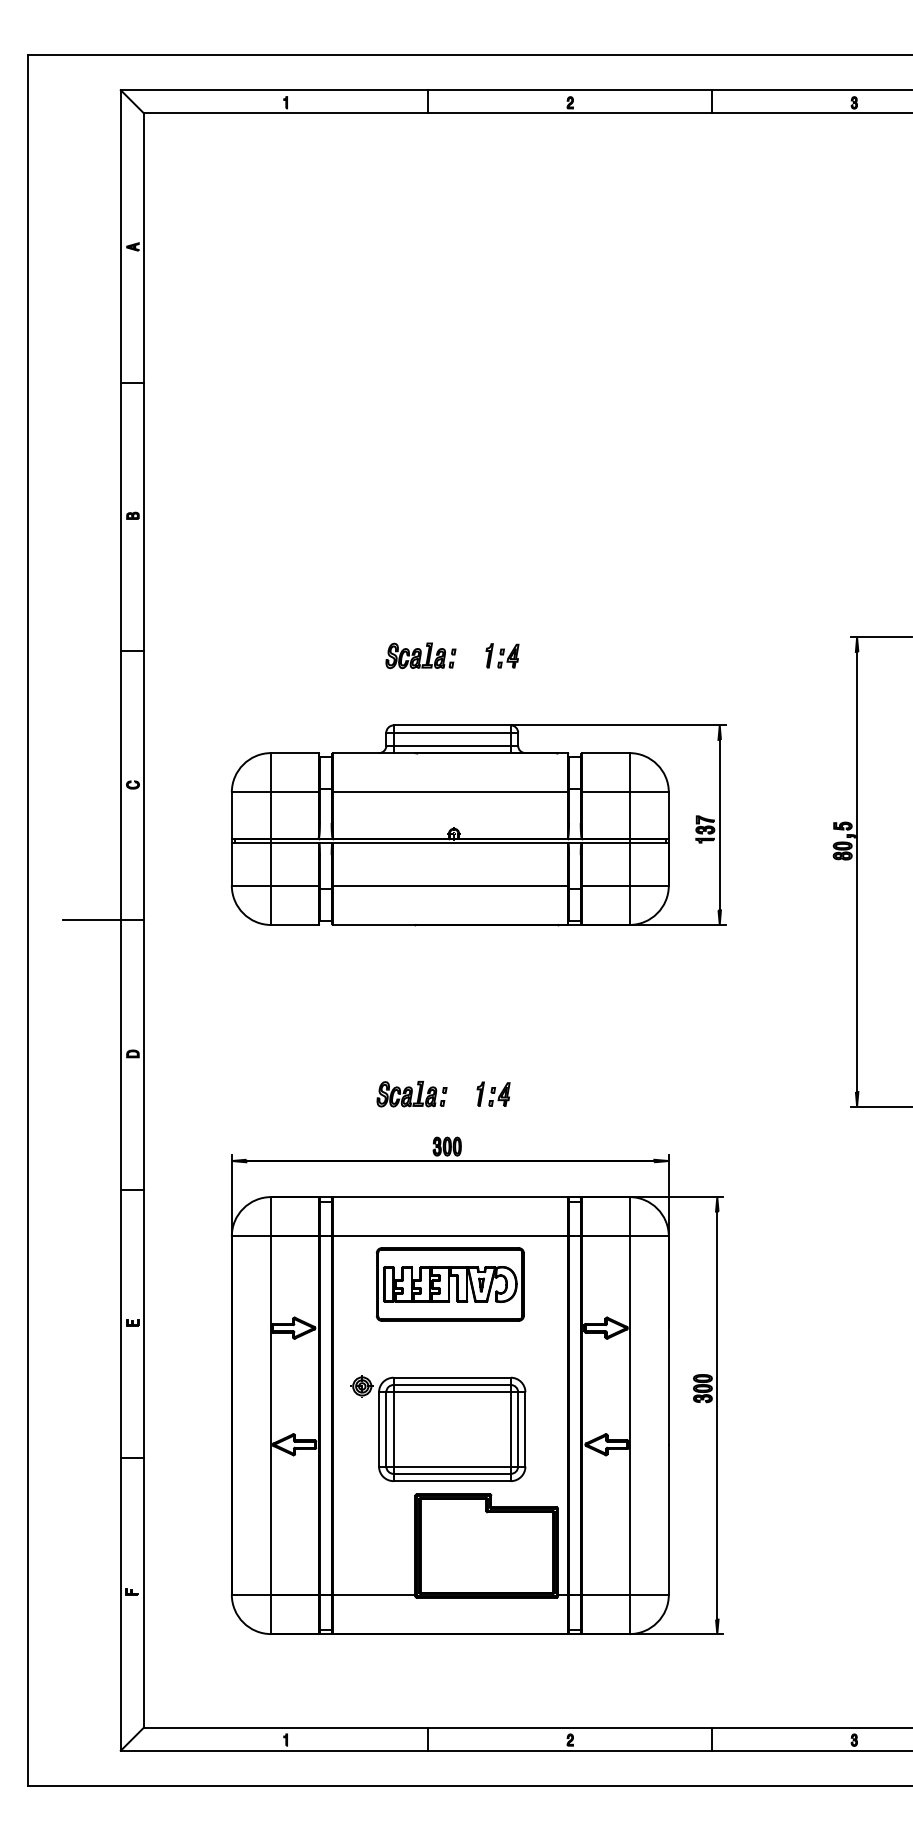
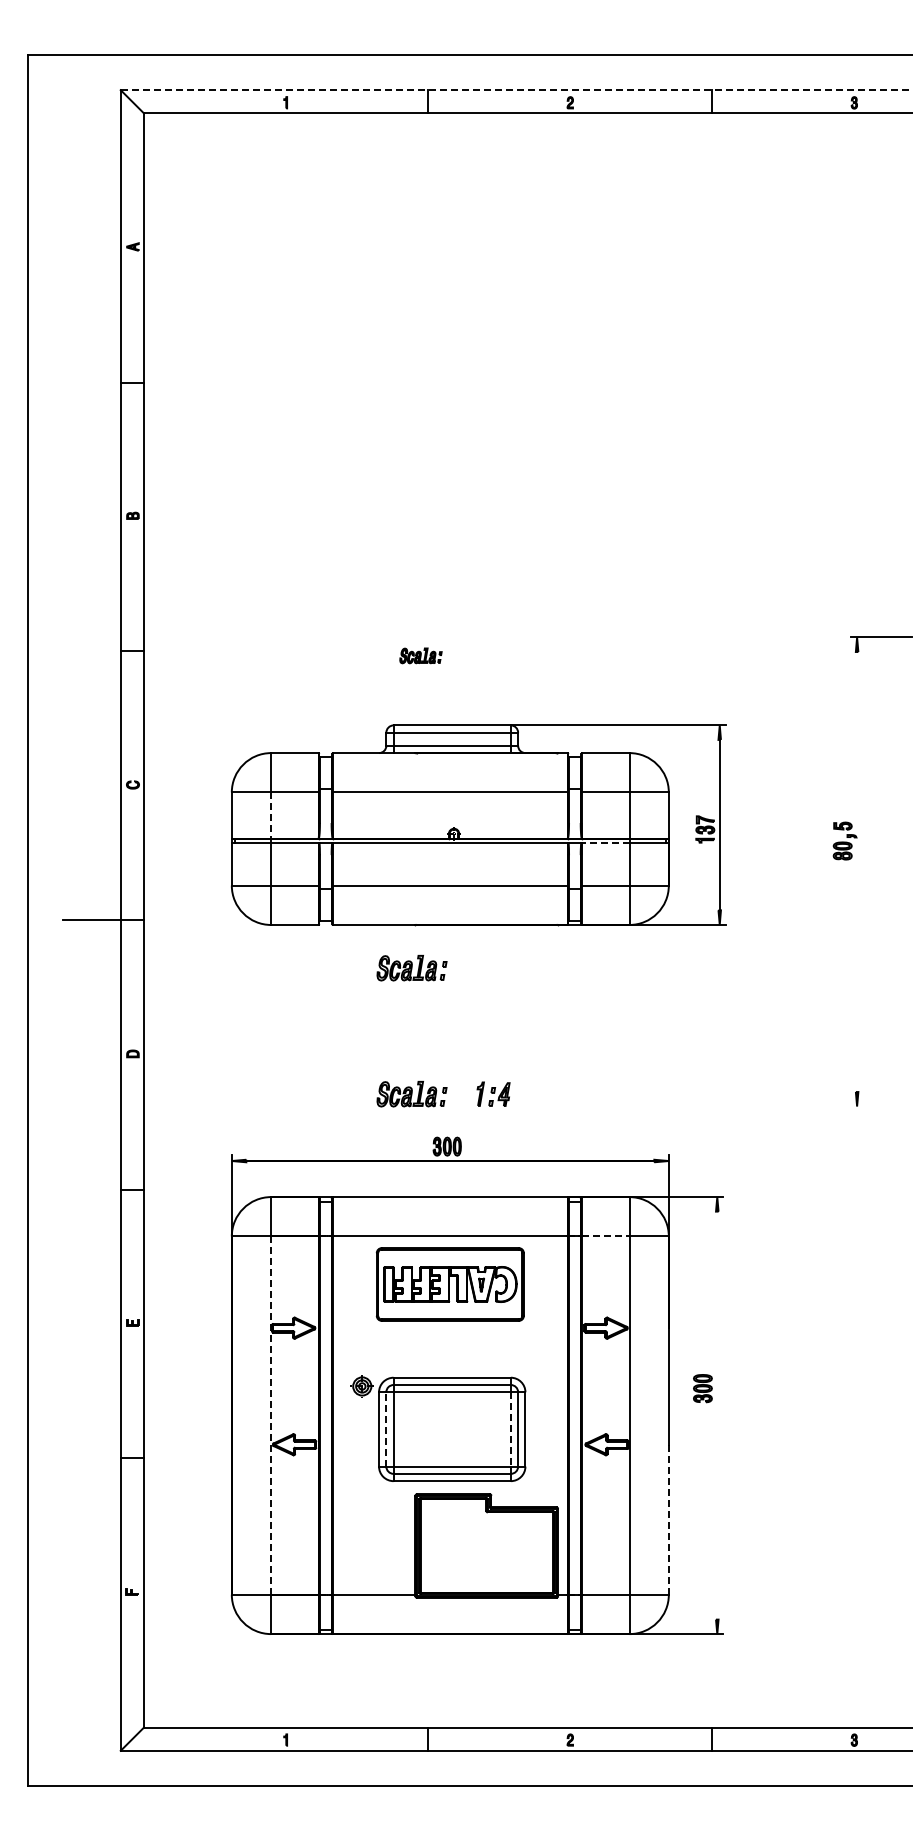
line at (516, 90): solid -> dashed
part at (420, 655) size: 72x28 px -> 44x18 px
part at (502, 655): present -> none
line at (271, 816): solid -> dashed
line at (605, 843): solid -> dashed
line at (857, 872): present -> none
part at (411, 967): none -> present
line at (880, 1106): present -> none
line at (605, 1236): solid -> dashed
line at (717, 1415): present -> none
line at (271, 1416): solid -> dashed
line at (386, 1428): solid -> dashed
line at (510, 1429): solid -> dashed
line at (668, 1519): solid -> dashed
